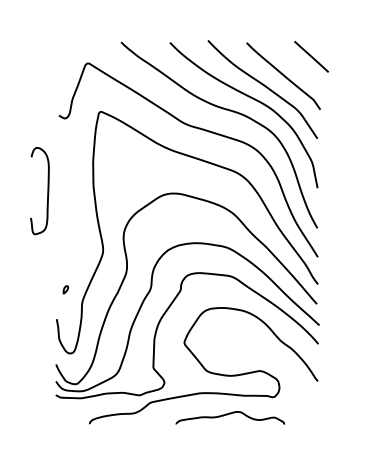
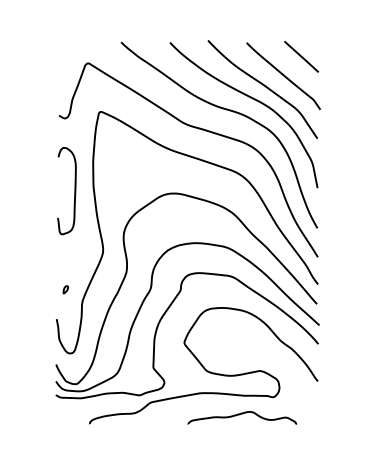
line at (311, 56) position: (311, 56) -> (301, 56)
curve at (47, 191) position: (47, 191) -> (74, 191)
curve at (227, 415) position: (227, 415) -> (239, 415)
